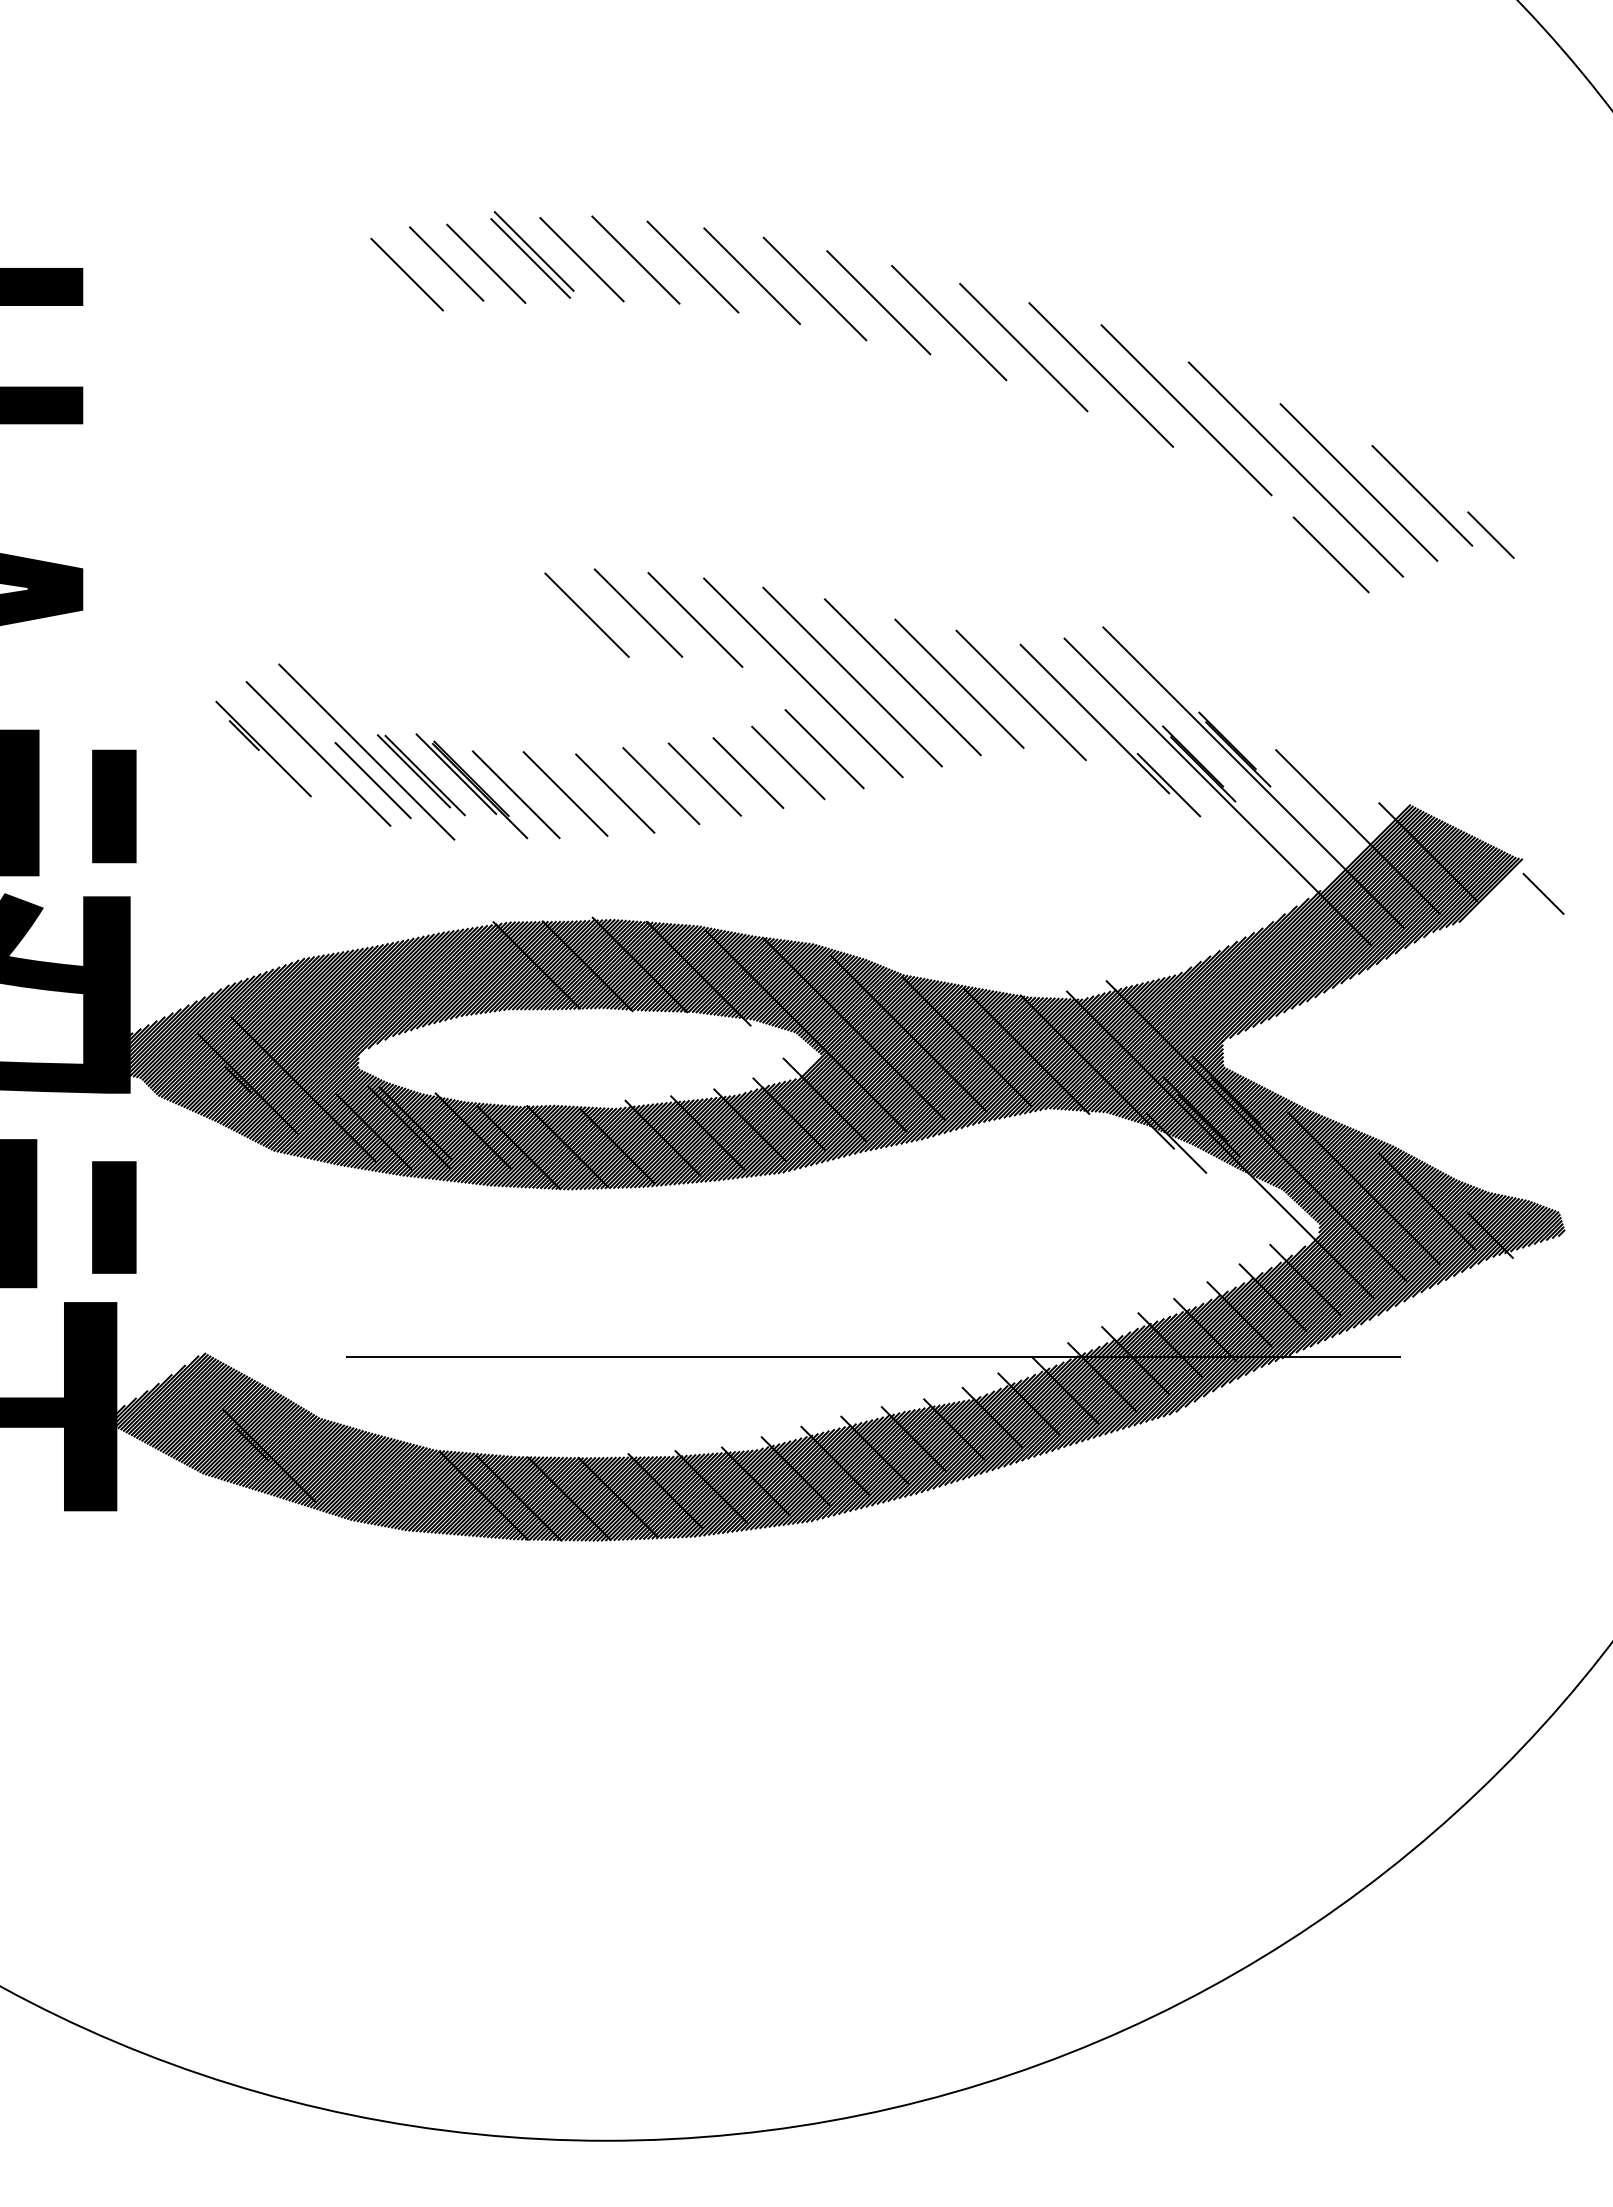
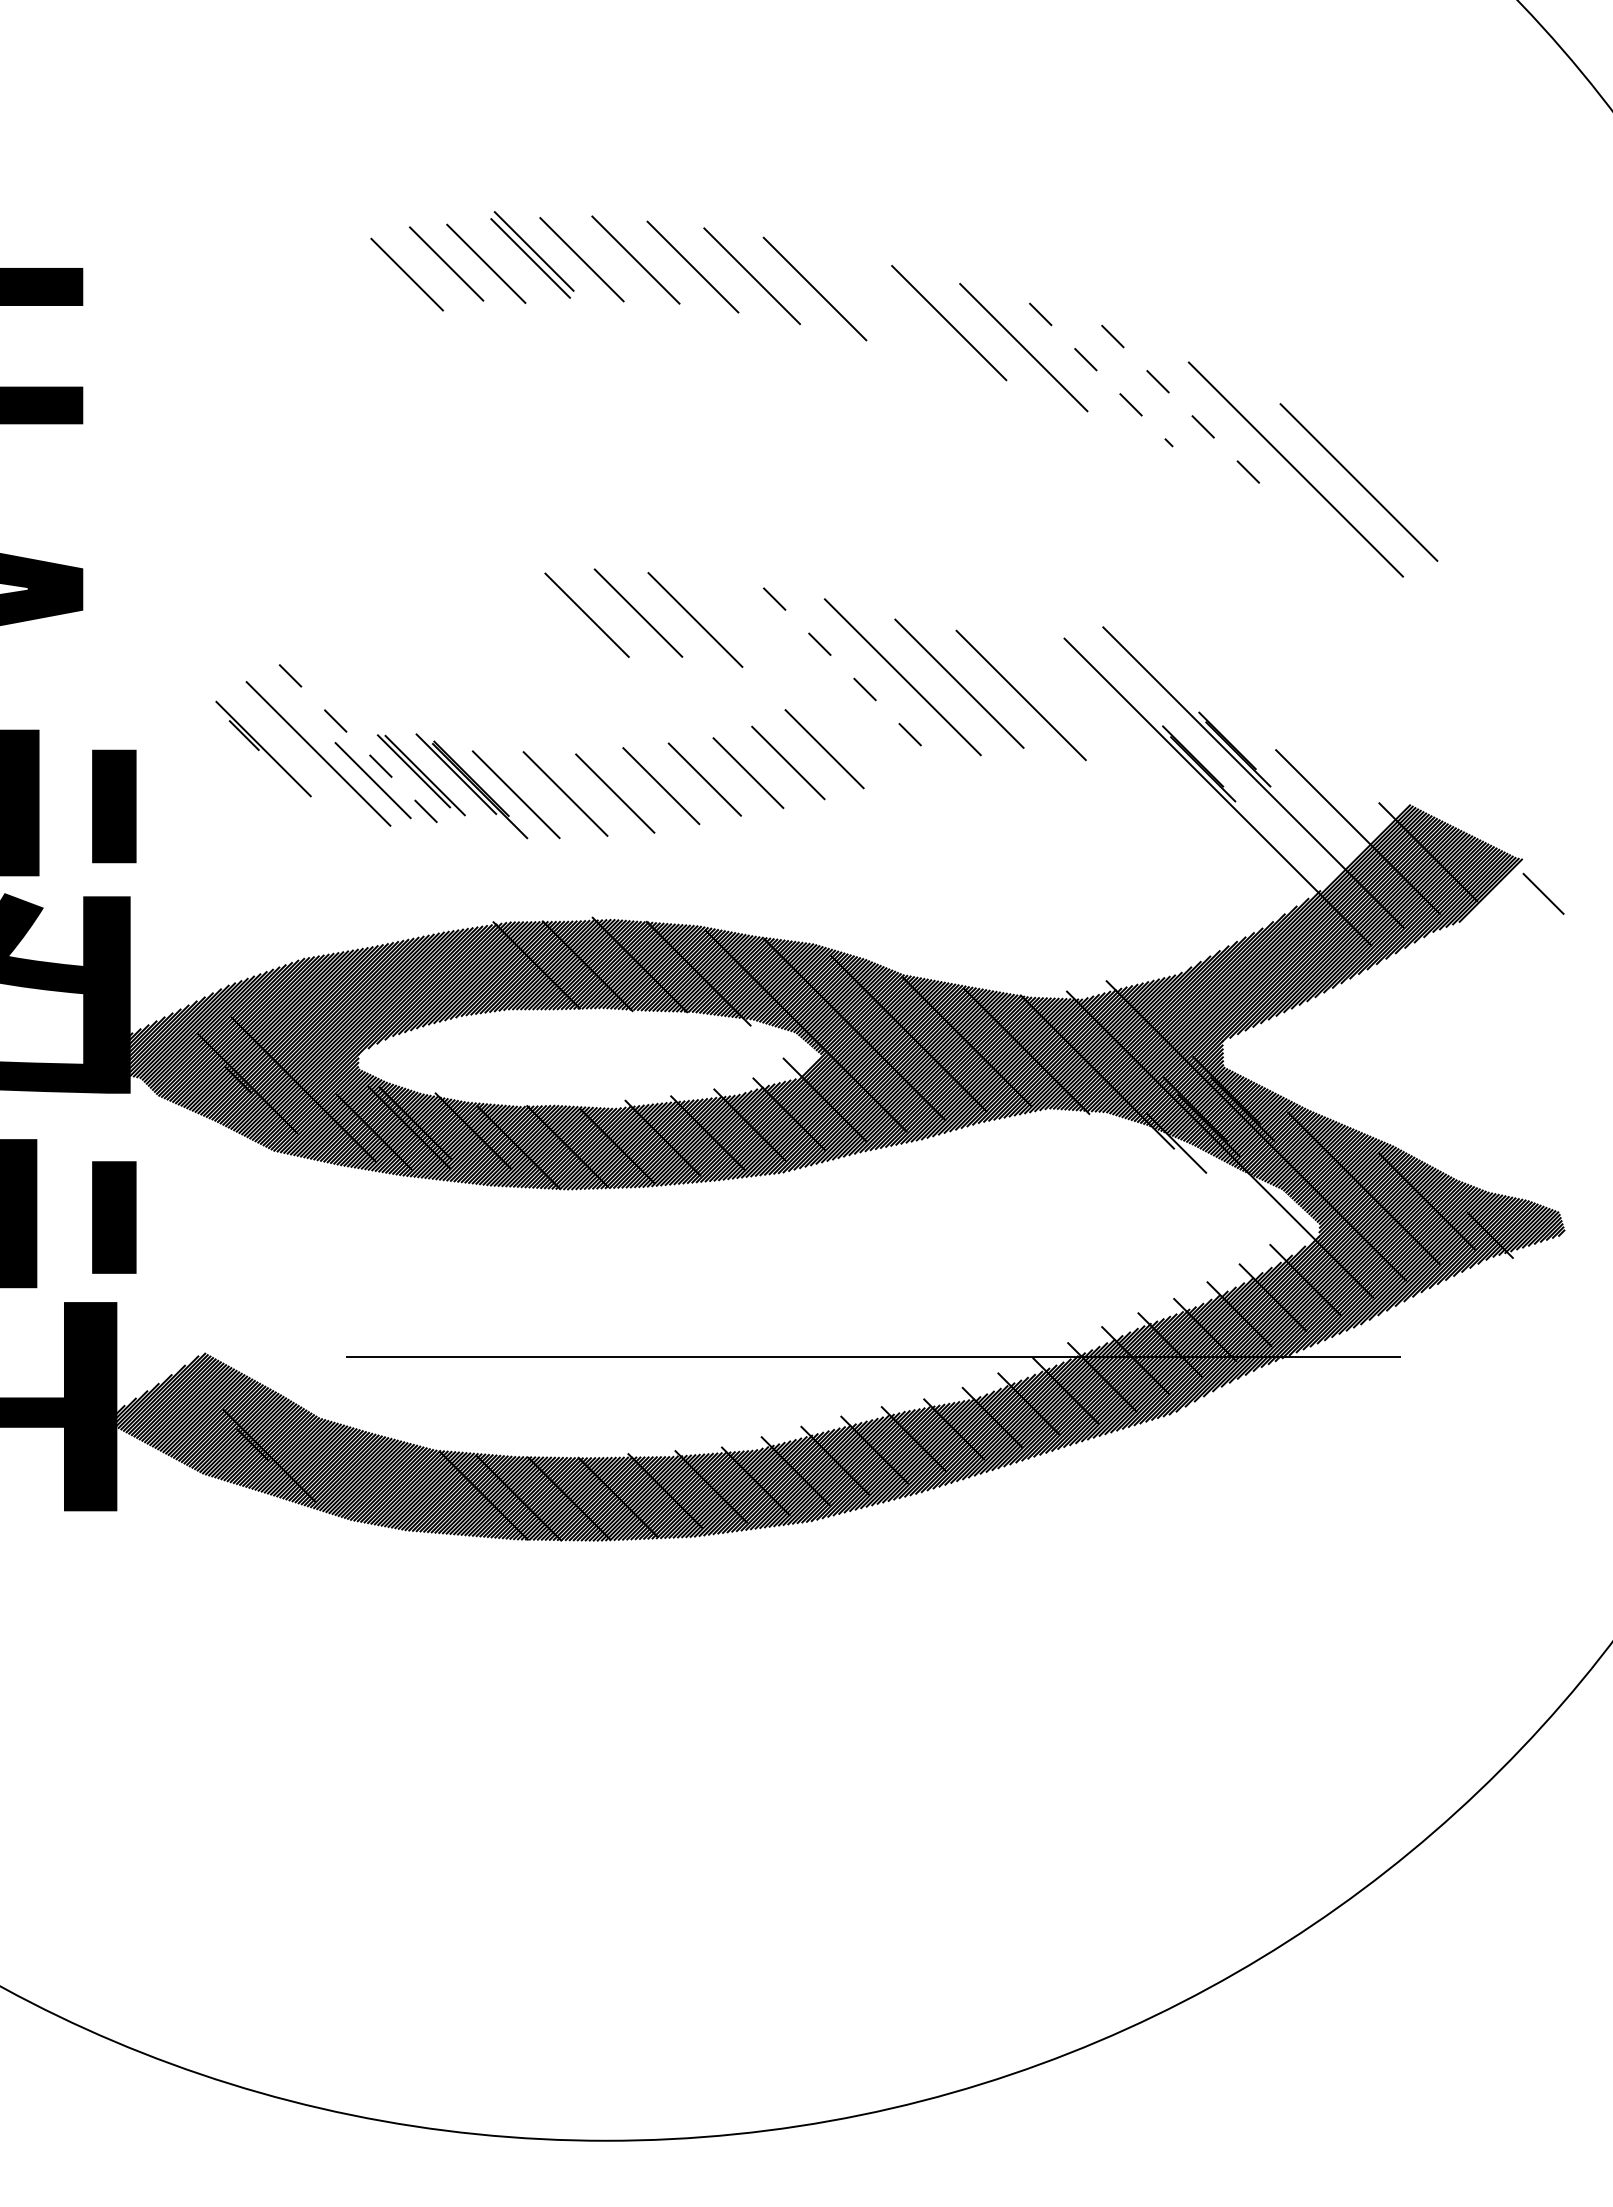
line at (878, 302): present -> none
line at (1101, 375): solid -> dashed
line at (1186, 410): solid -> dashed
line at (1422, 495): present -> none
line at (1490, 534): present -> none
line at (1330, 554): present -> none
line at (803, 677): present -> none
line at (853, 677): solid -> dashed
part at (1110, 730): present -> none
line at (366, 752): solid -> dashed
